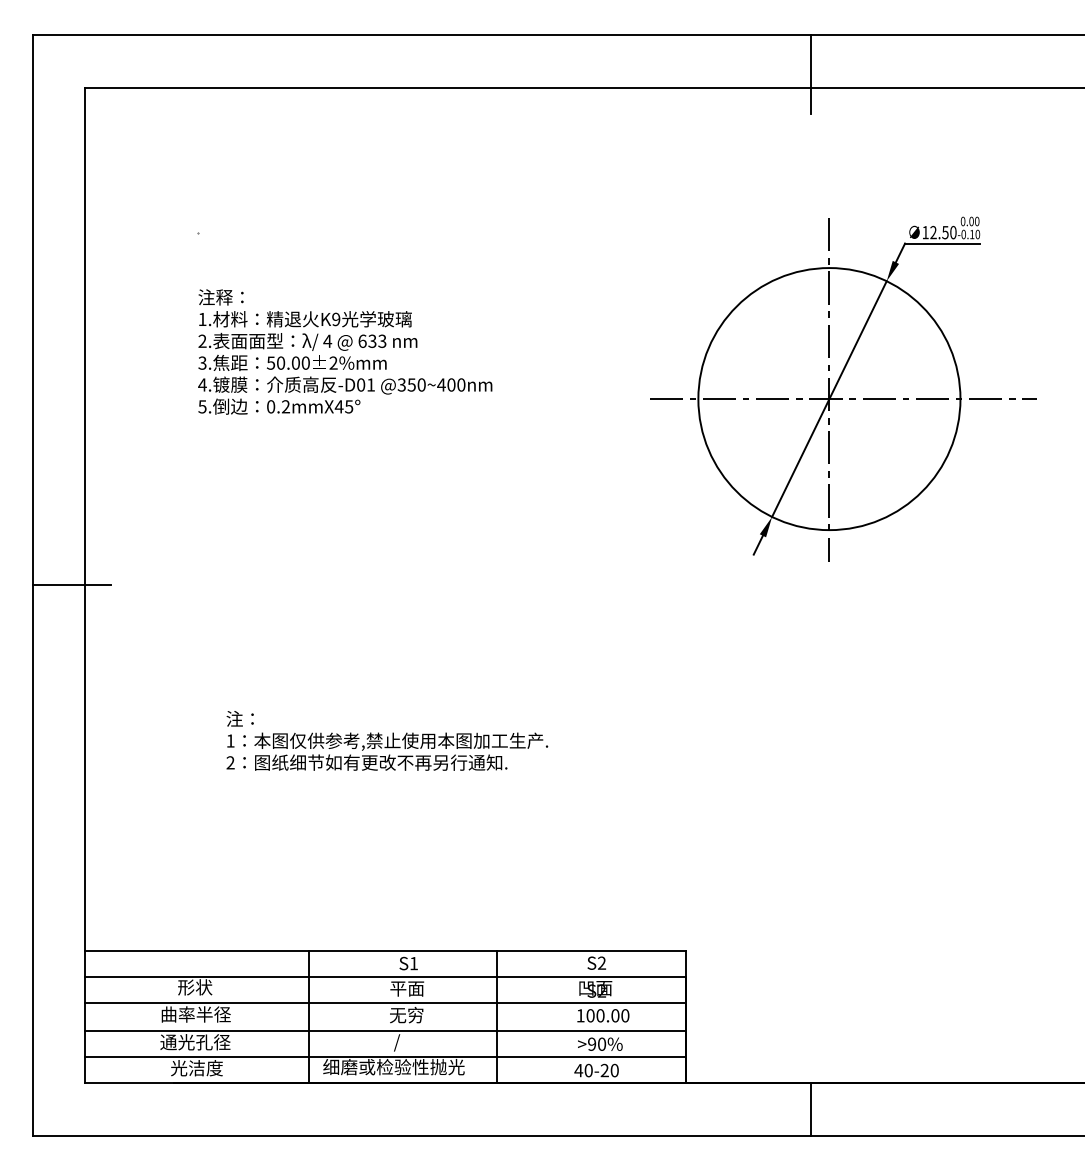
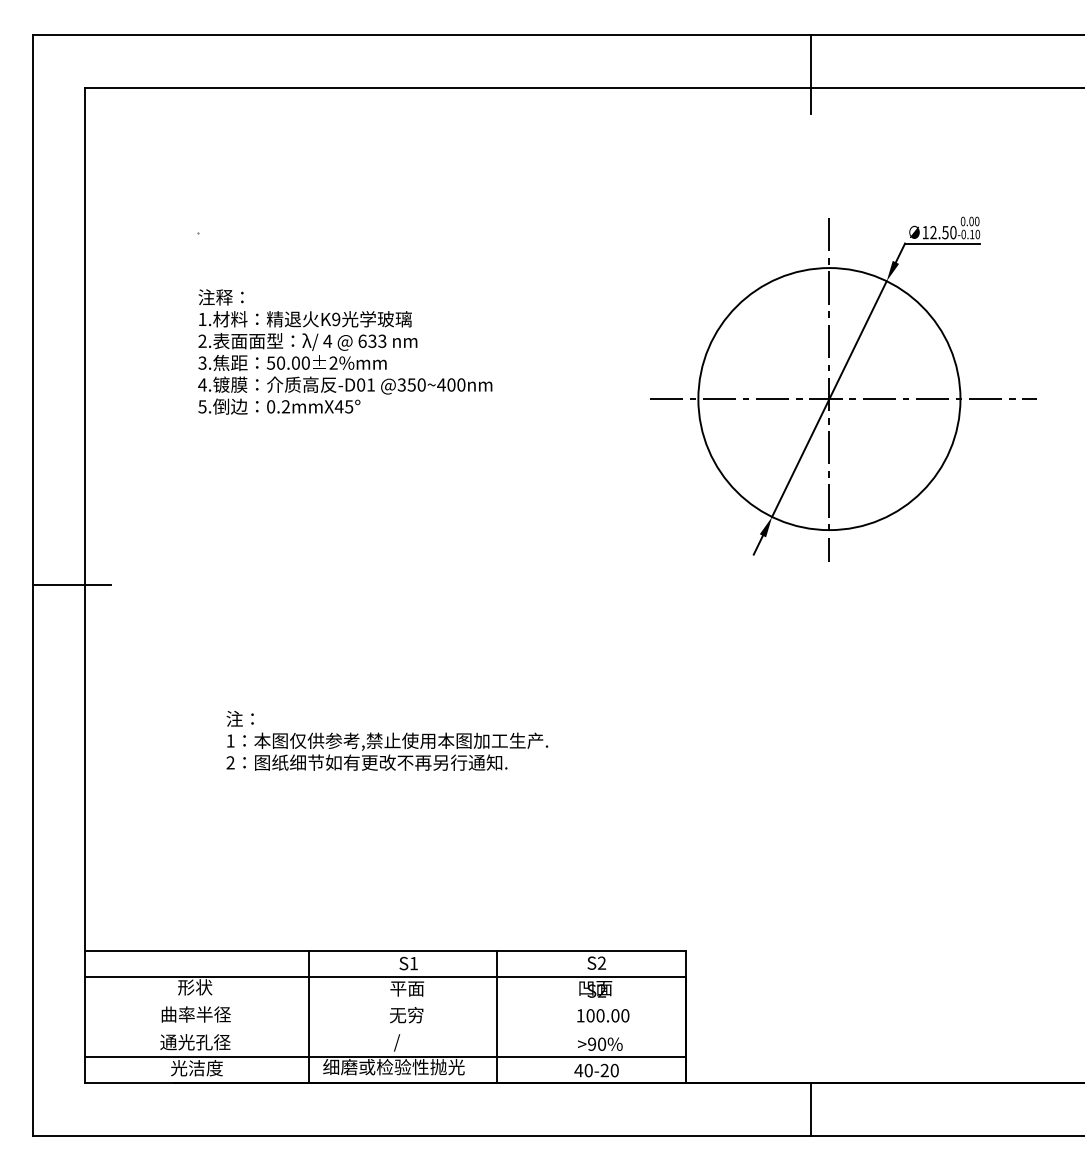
line at (385, 1002): present -> none
line at (385, 1031): present -> none
